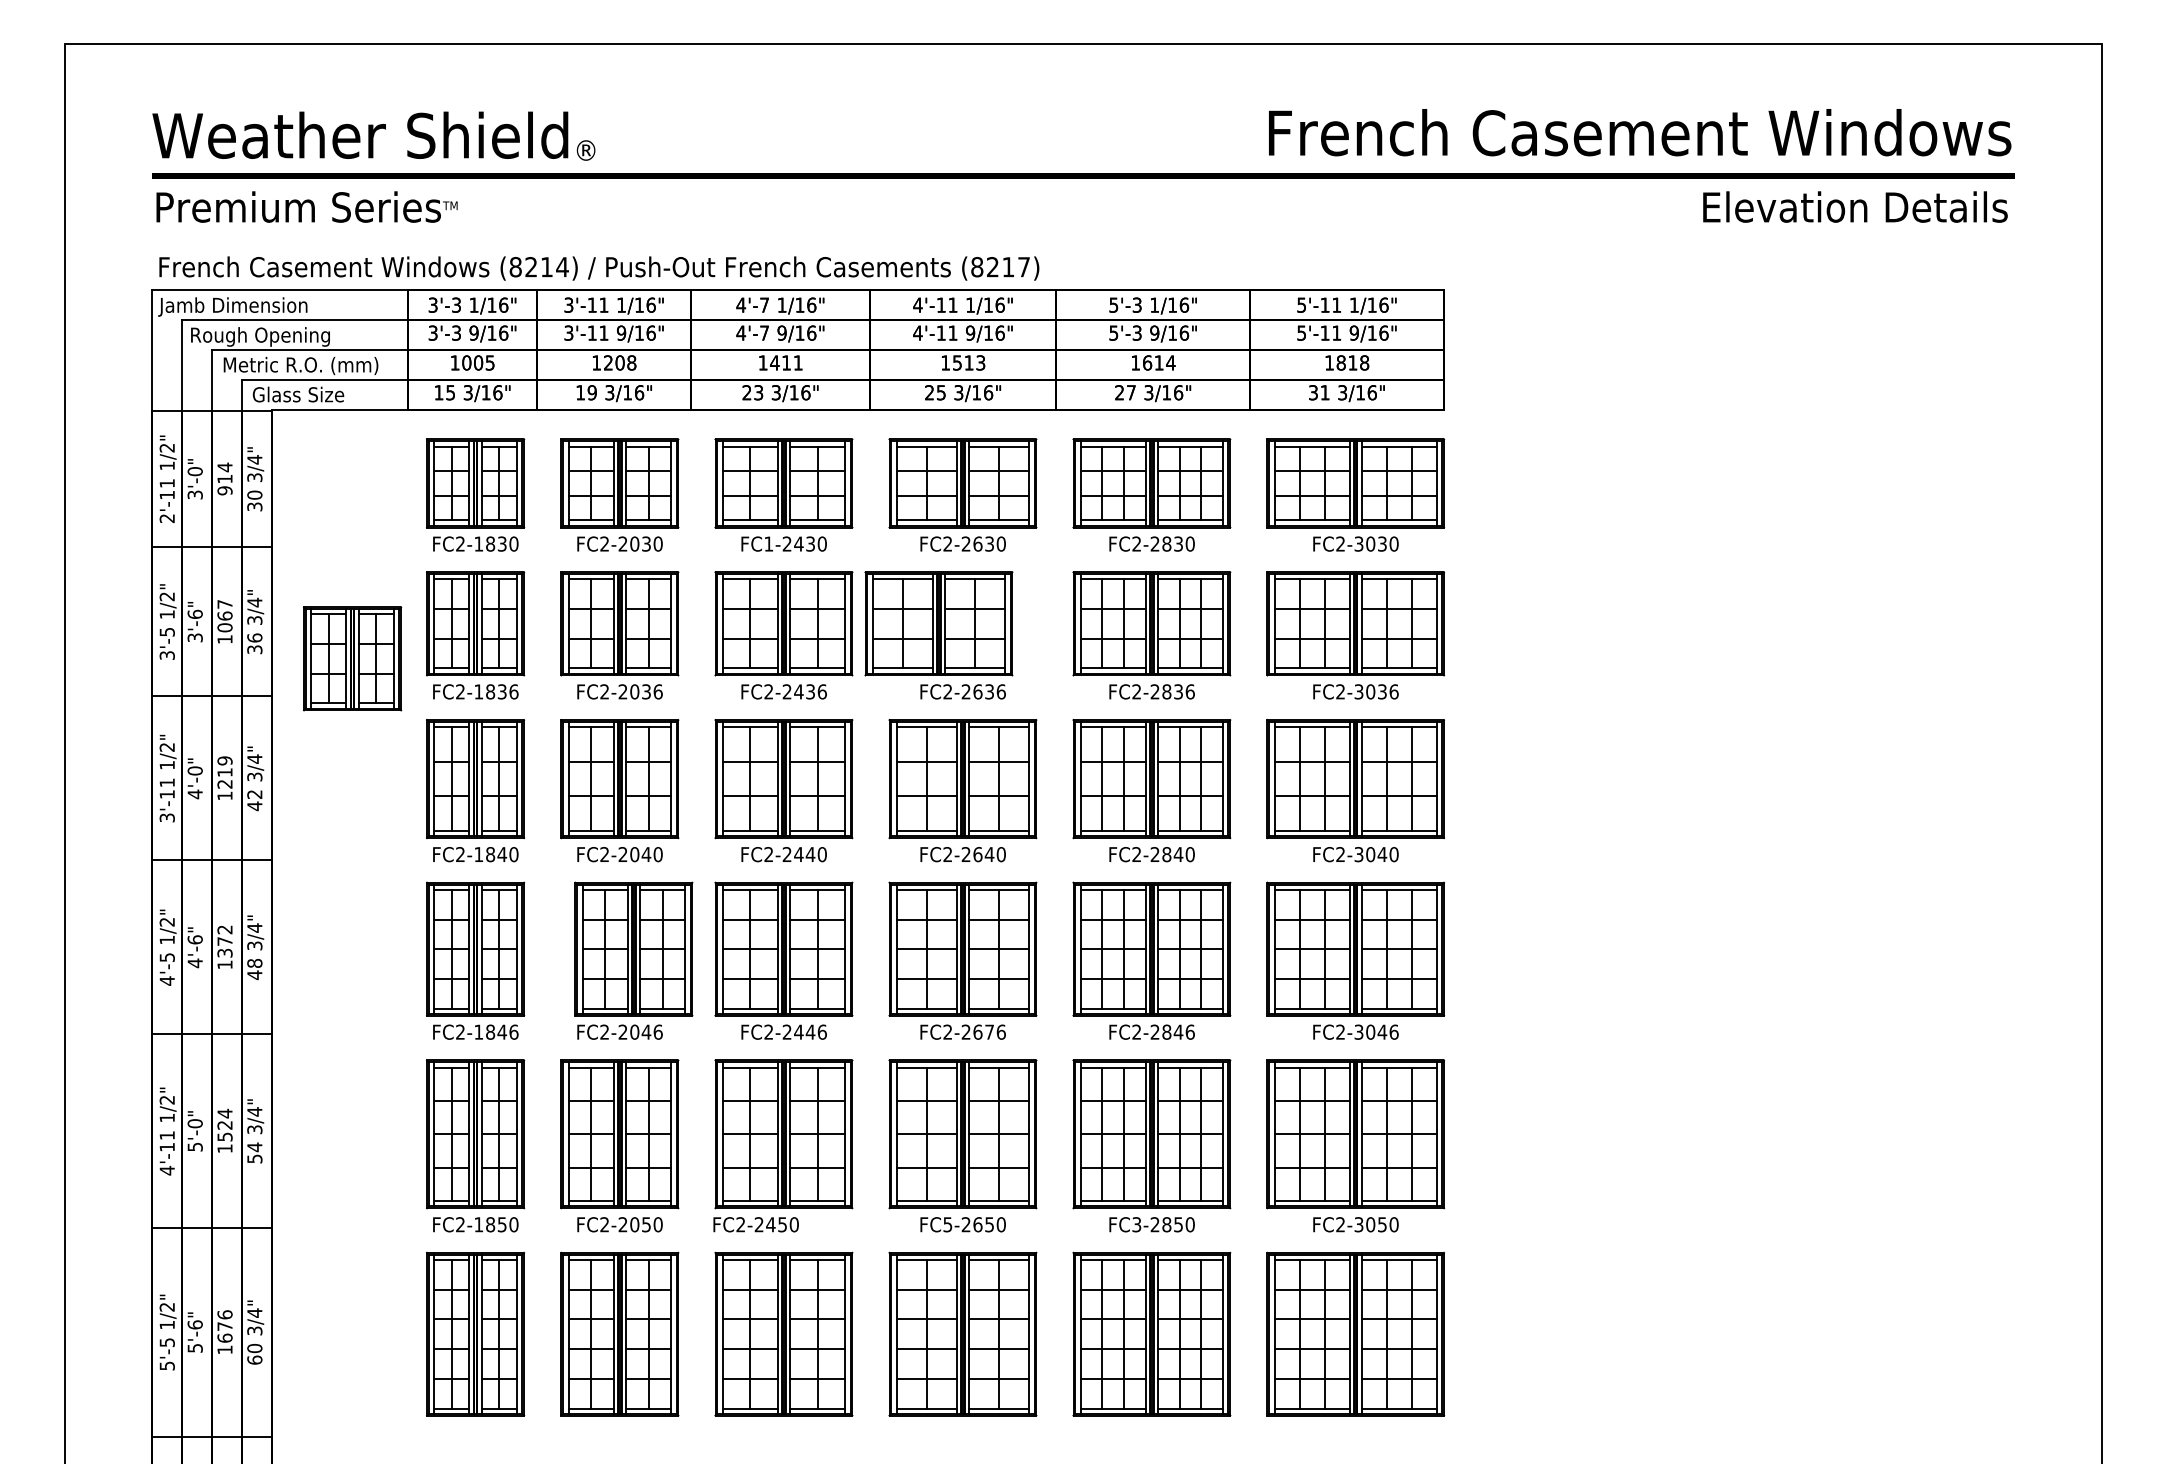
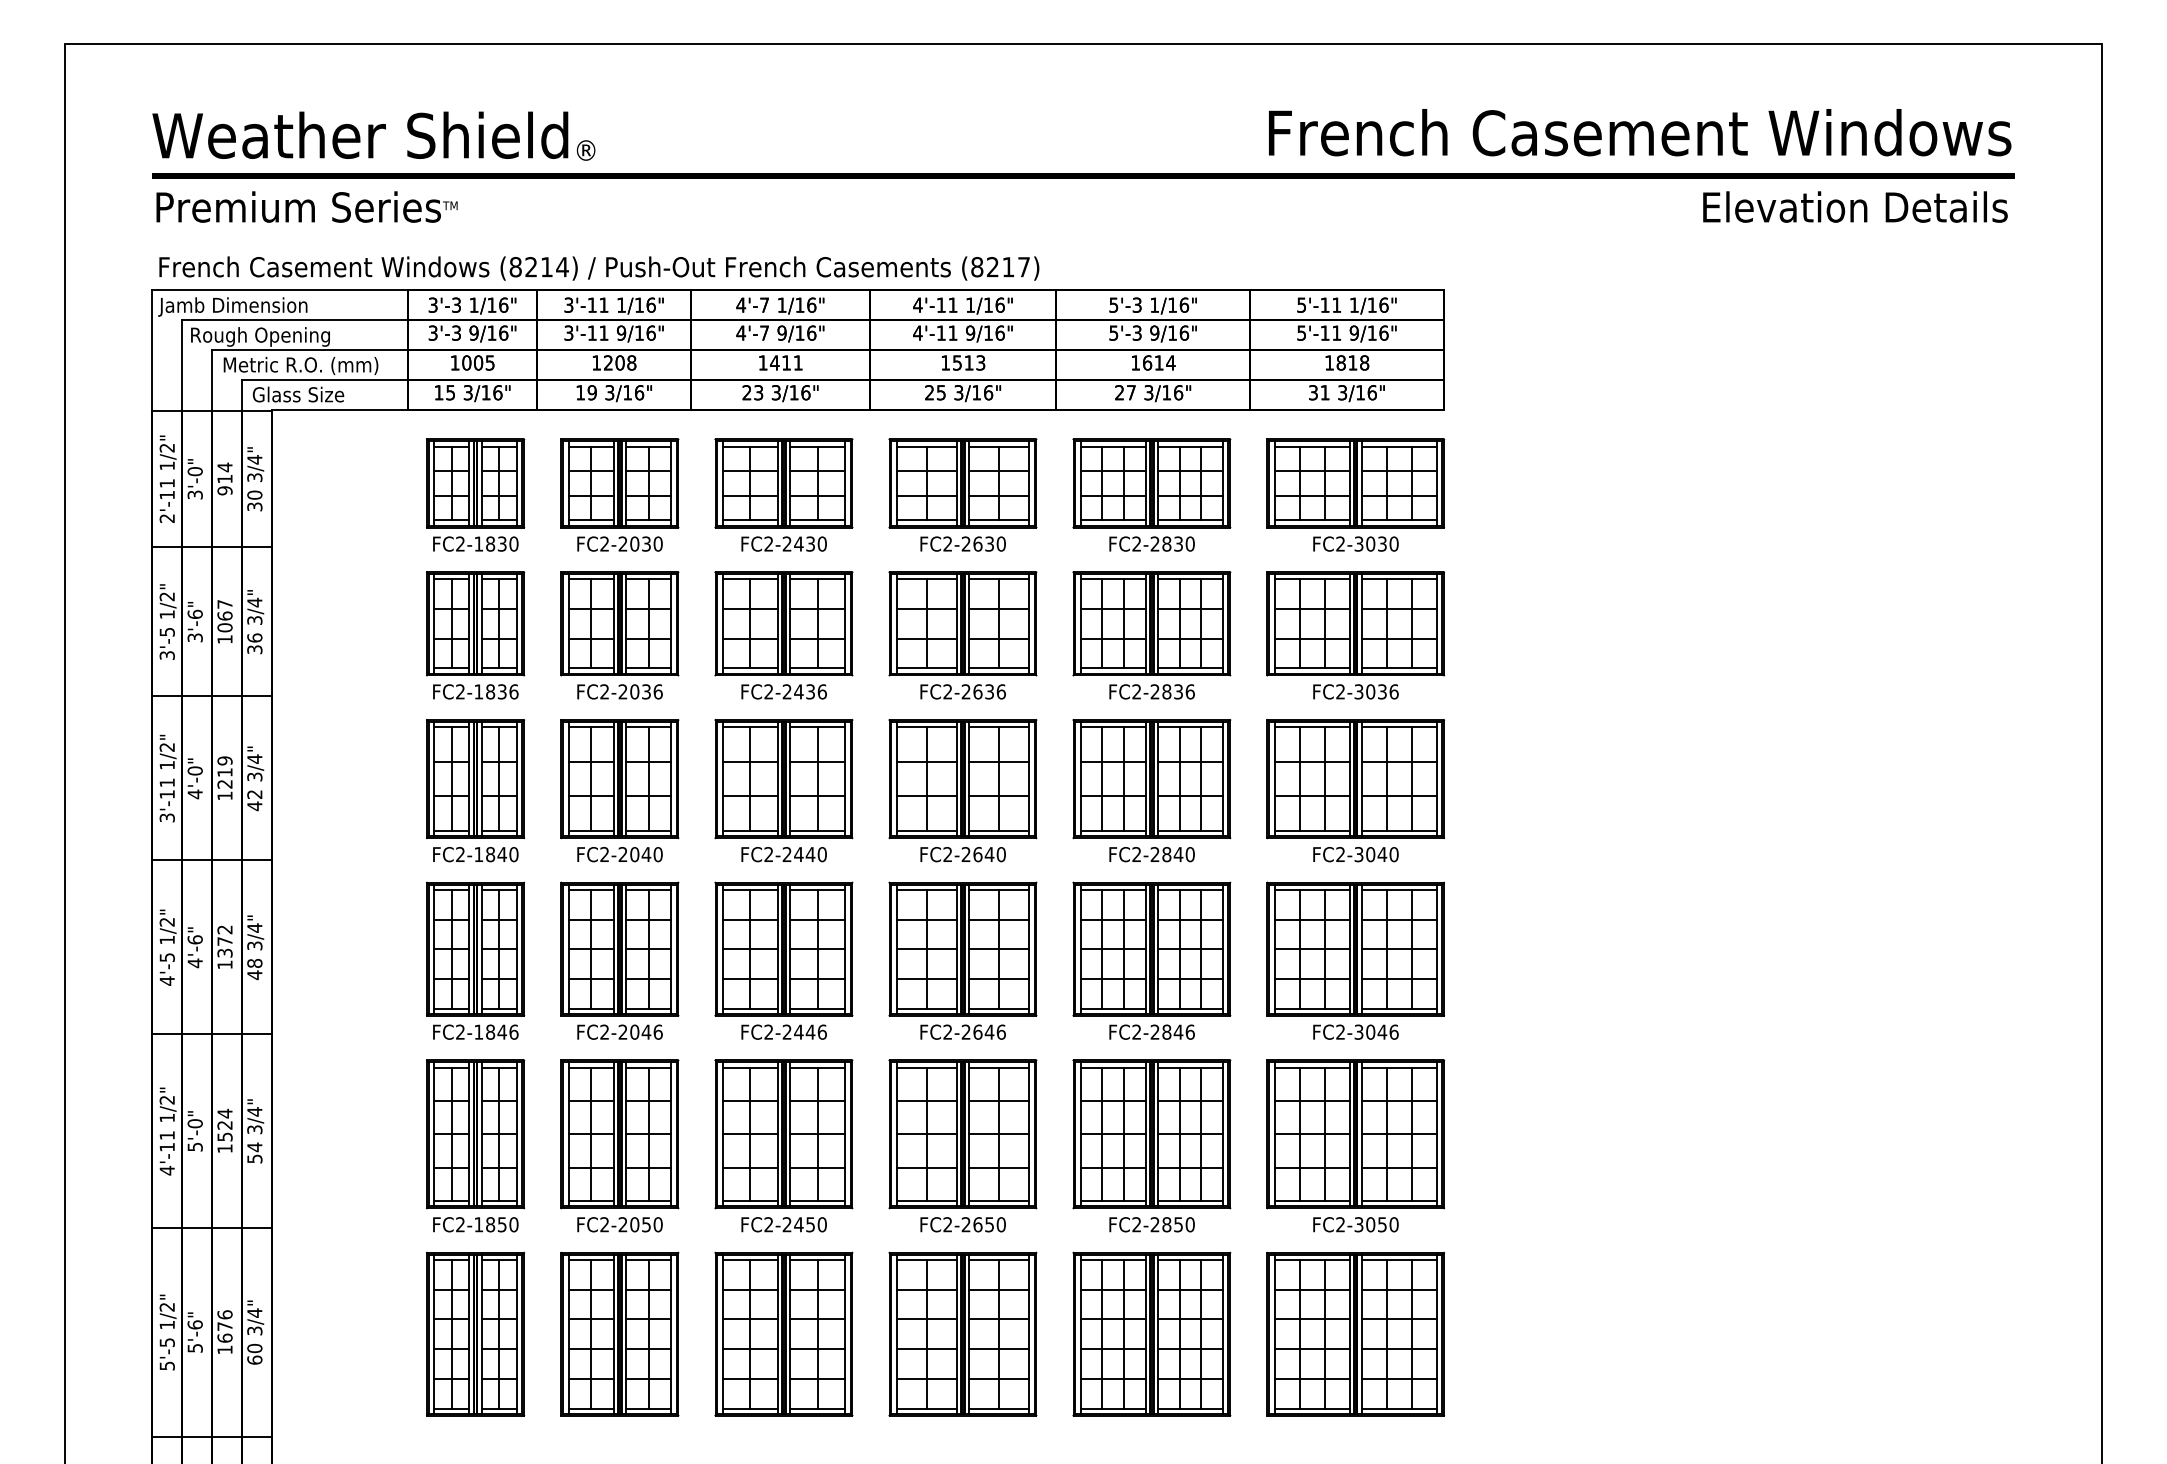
text at (768, 543): FC1-2430 -> FC2-2430
part at (938, 623) position: (938, 623) -> (962, 623)
part at (352, 658): present -> none
part at (633, 948) position: (633, 948) -> (619, 948)
text at (989, 1031): FC2-2676 -> FC2-2646
text at (755, 1224) position: (755, 1224) -> (783, 1224)
text at (947, 1224): FC5-2650 -> FC2-2650
text at (1136, 1224): FC3-2850 -> FC2-2850
